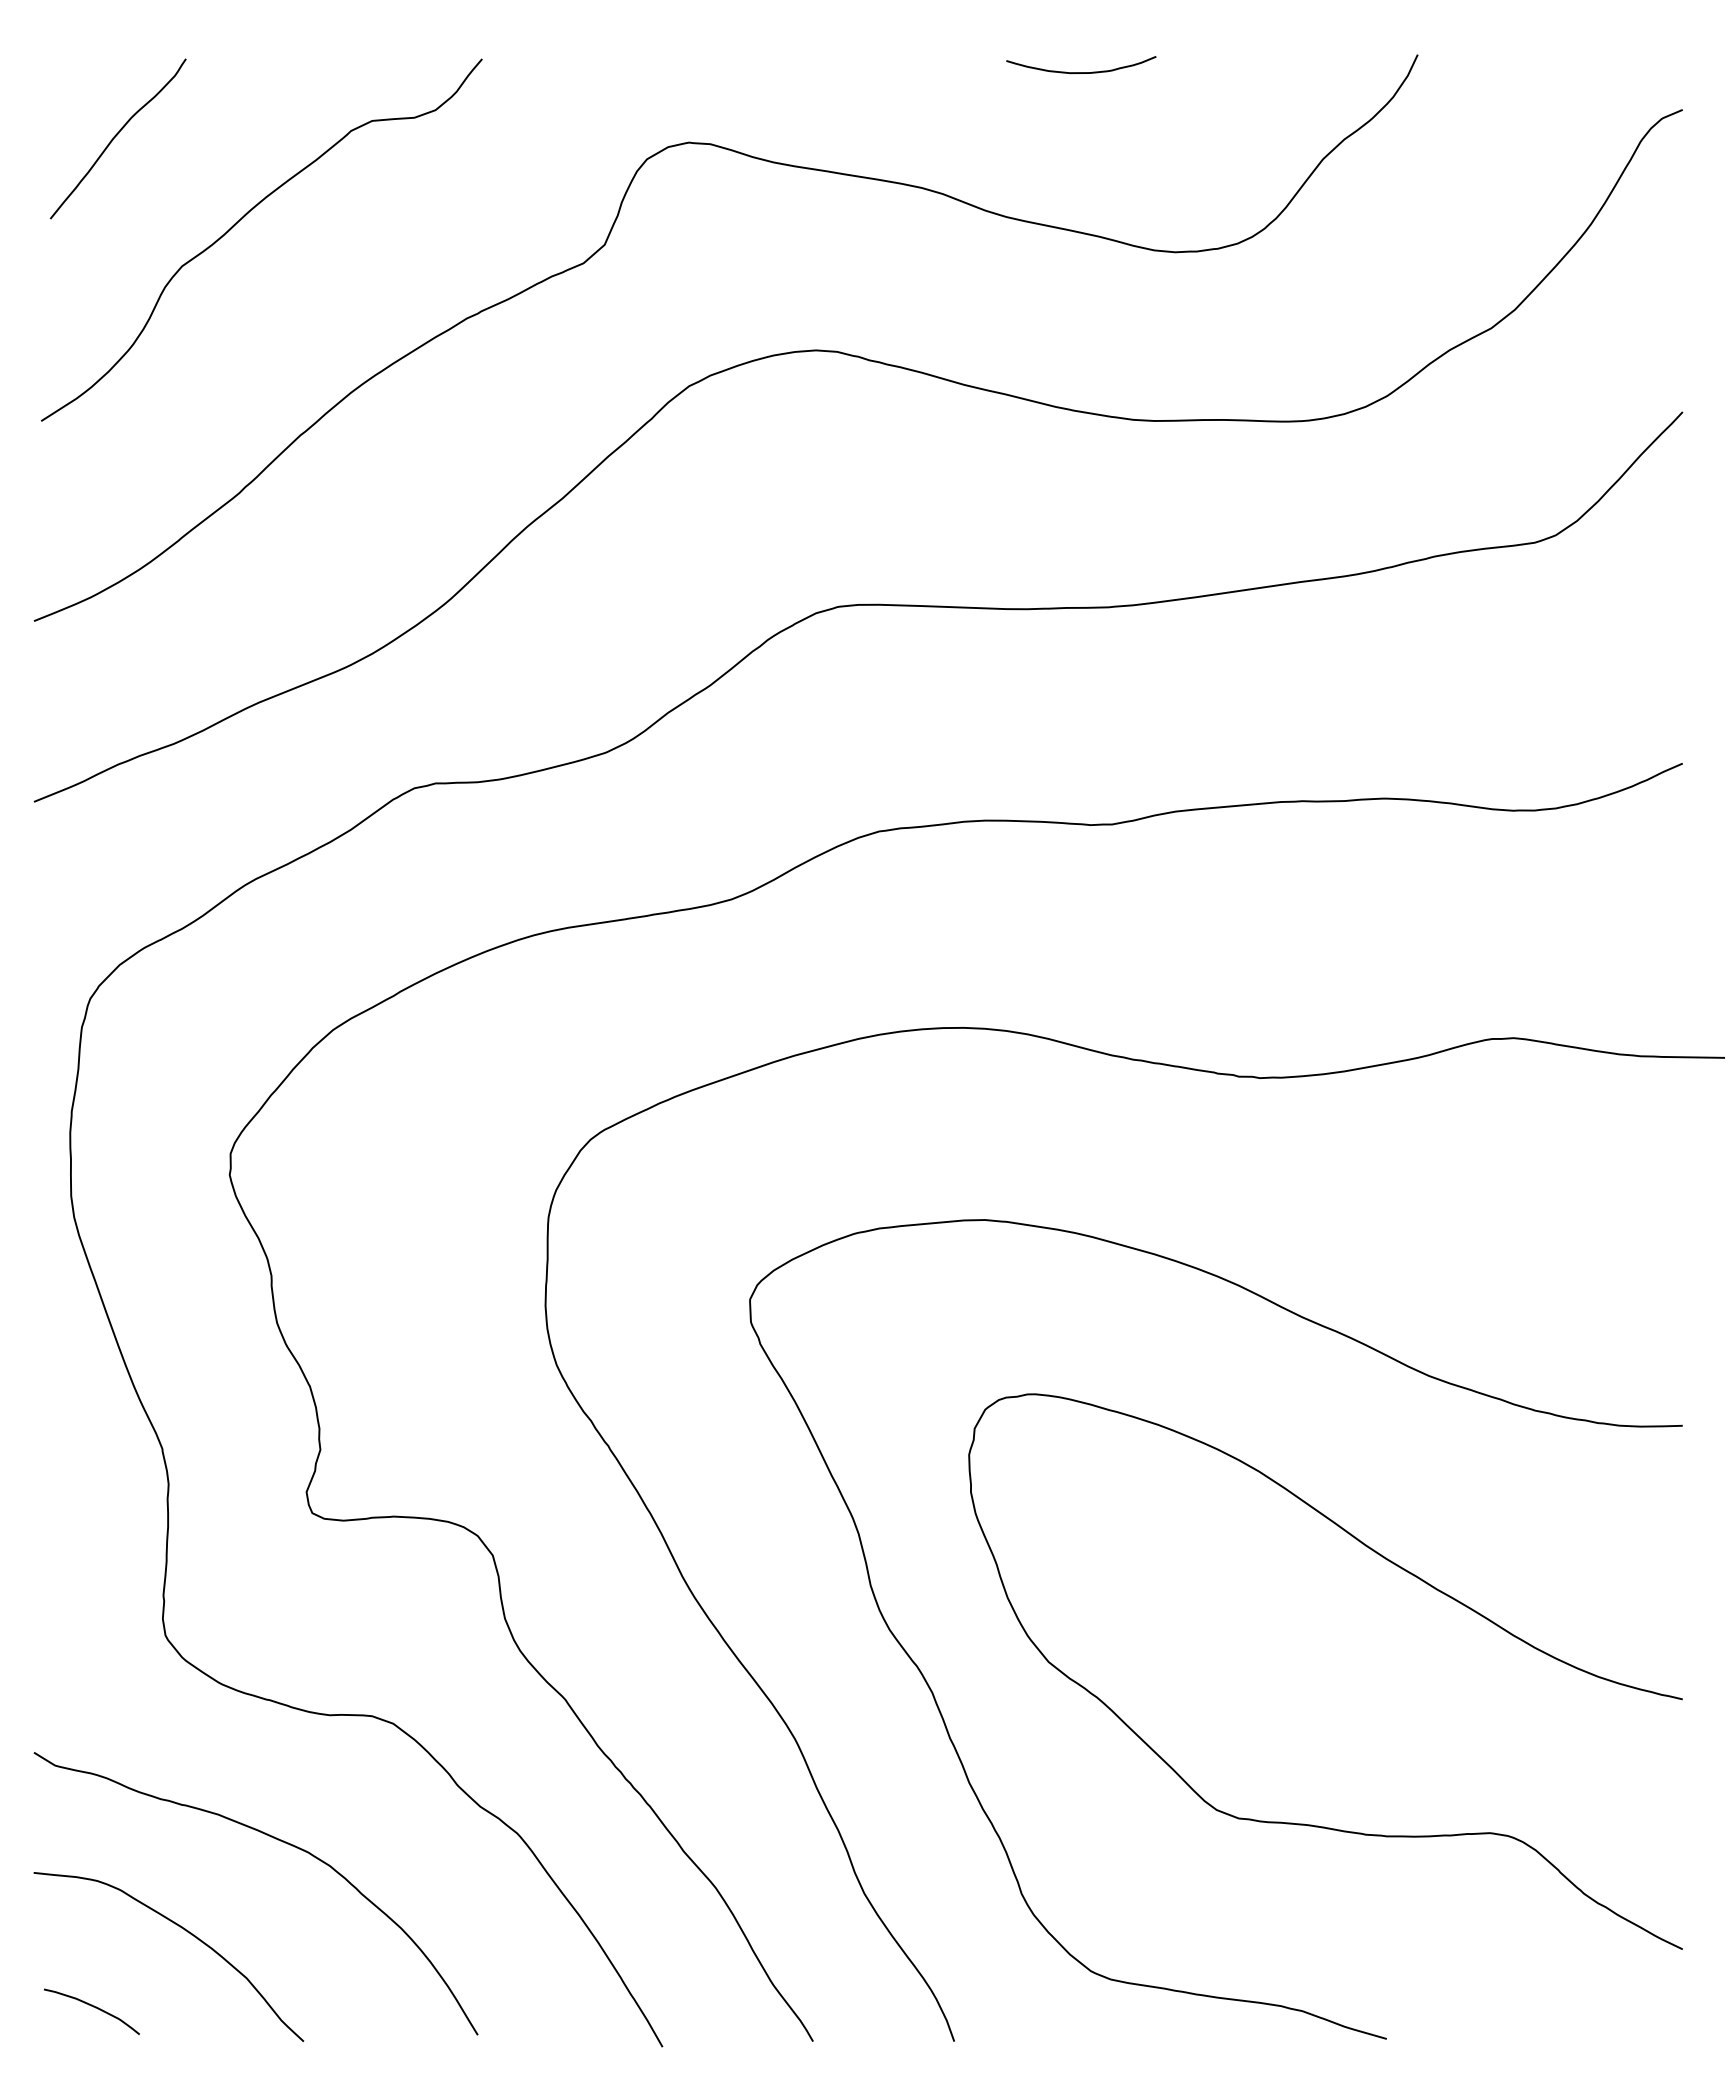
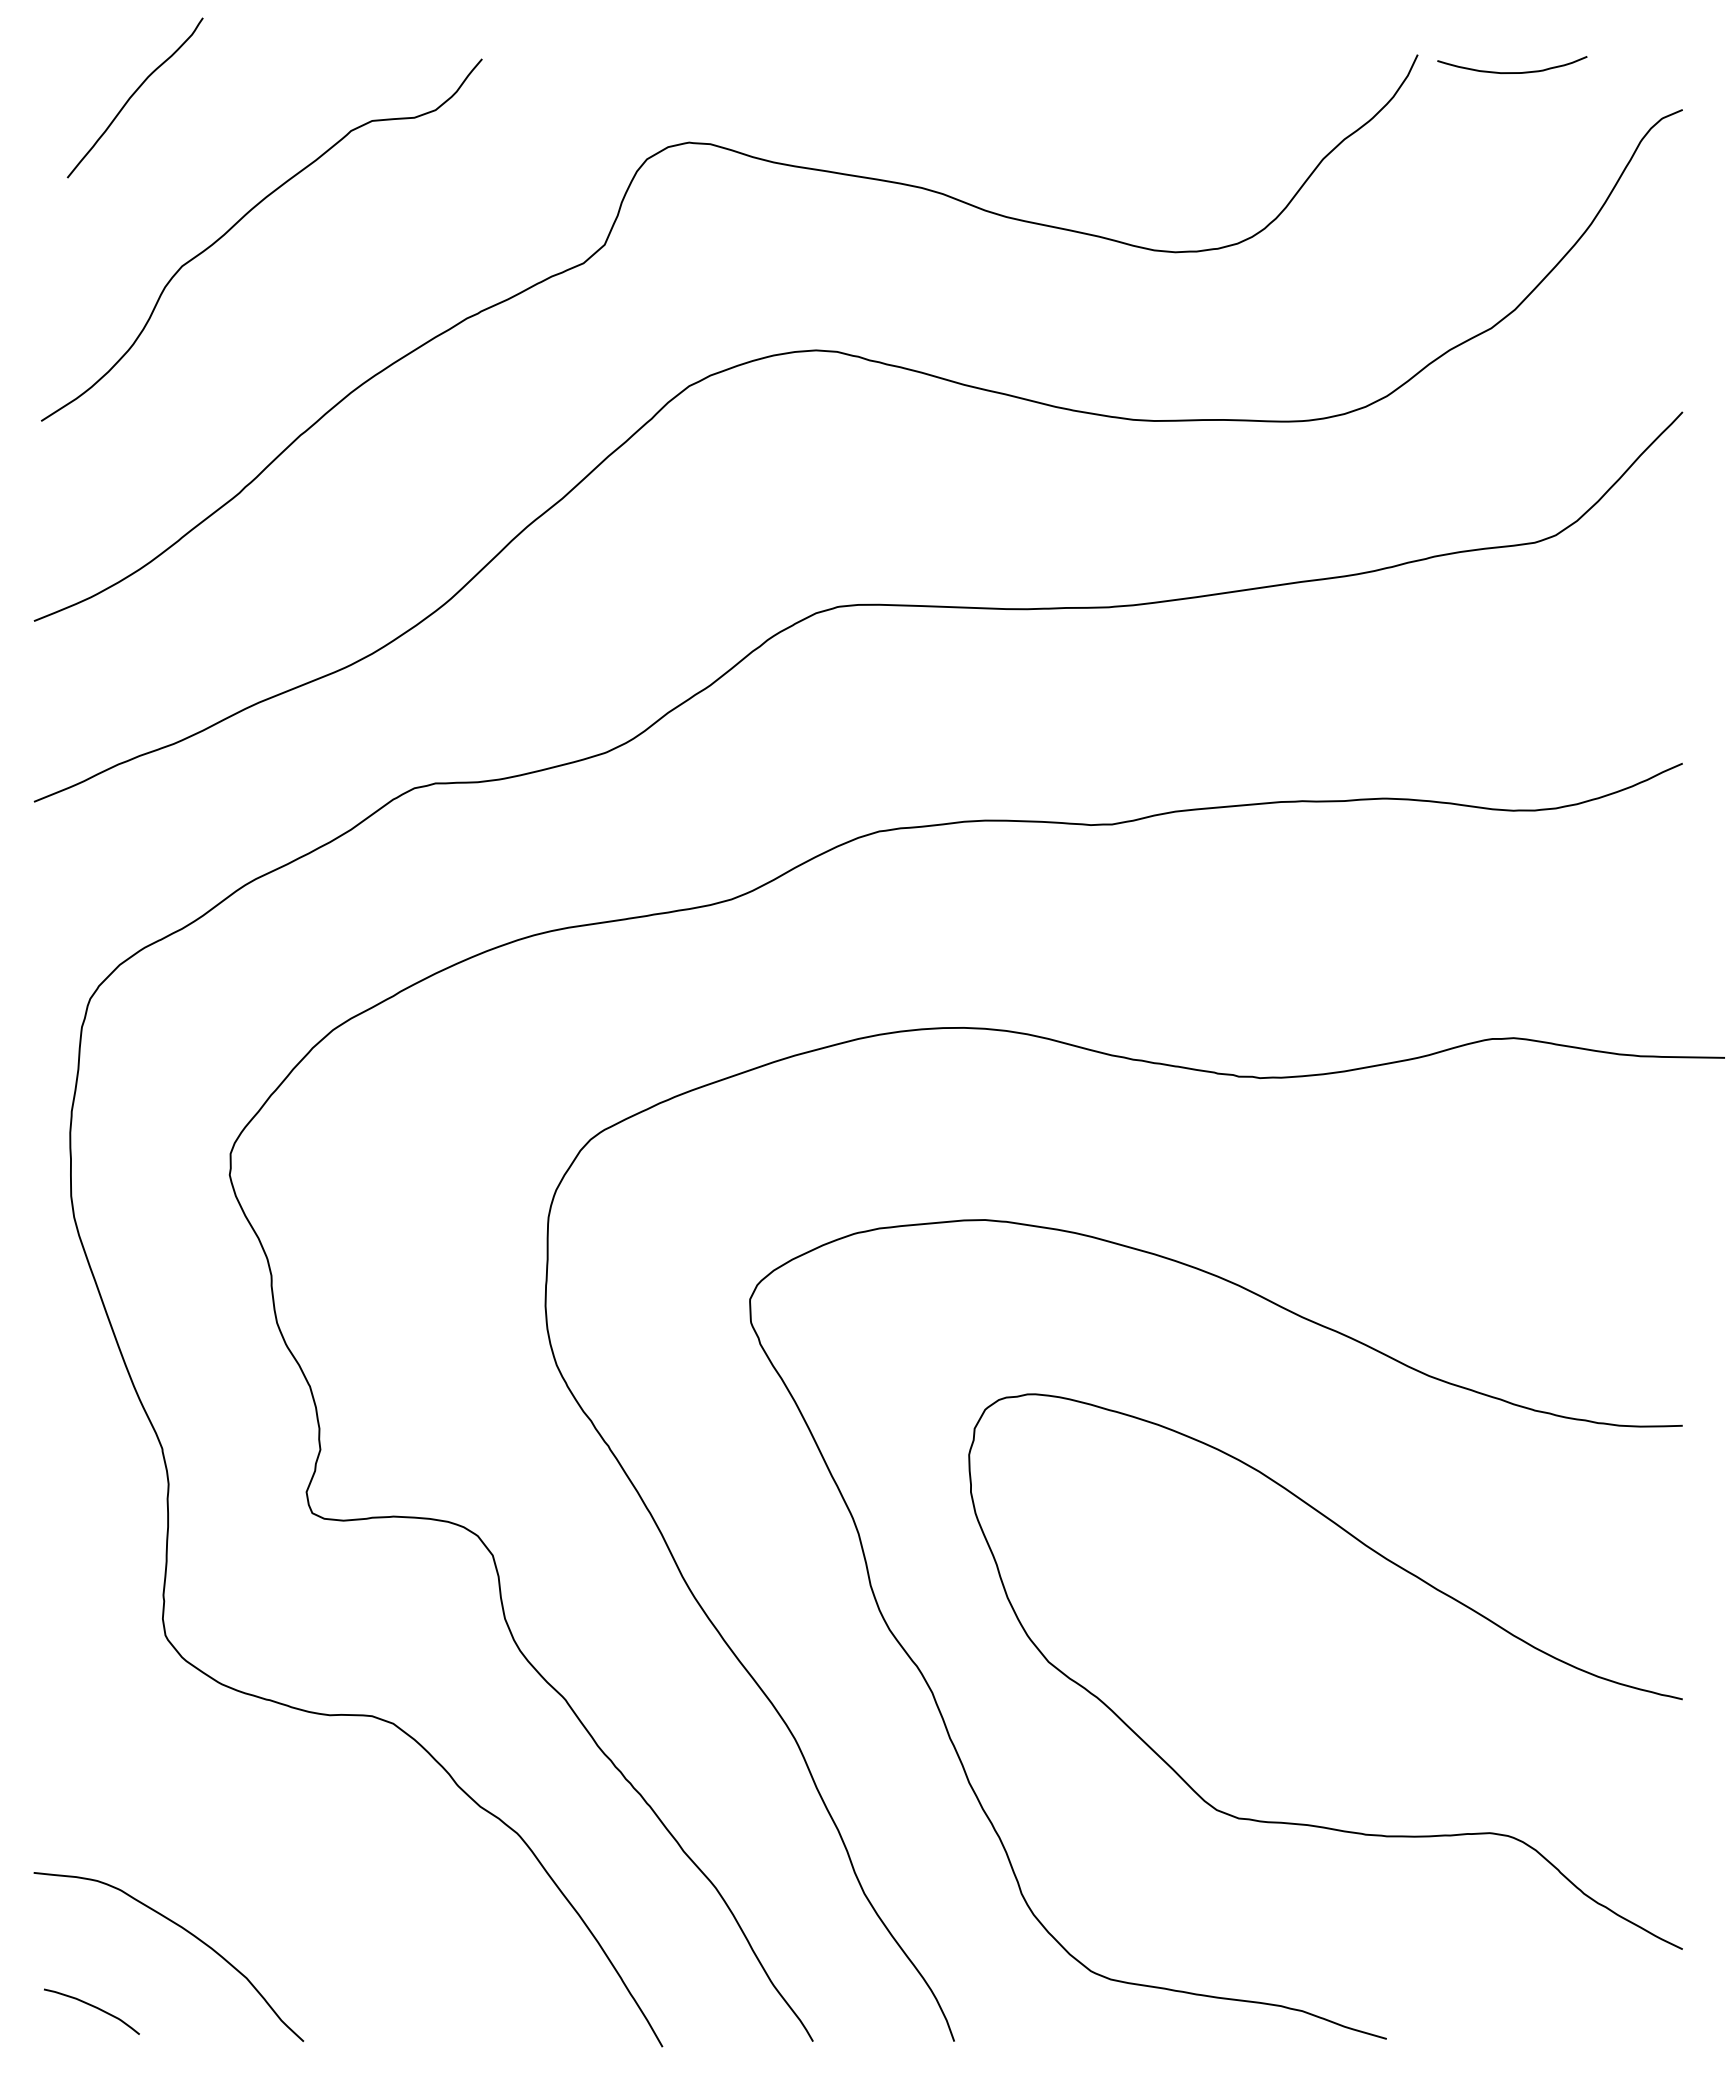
curve at (1081, 72) position: (1081, 72) -> (1512, 72)
curve at (116, 136) position: (116, 136) -> (133, 95)
curve at (275, 1839): present -> none
